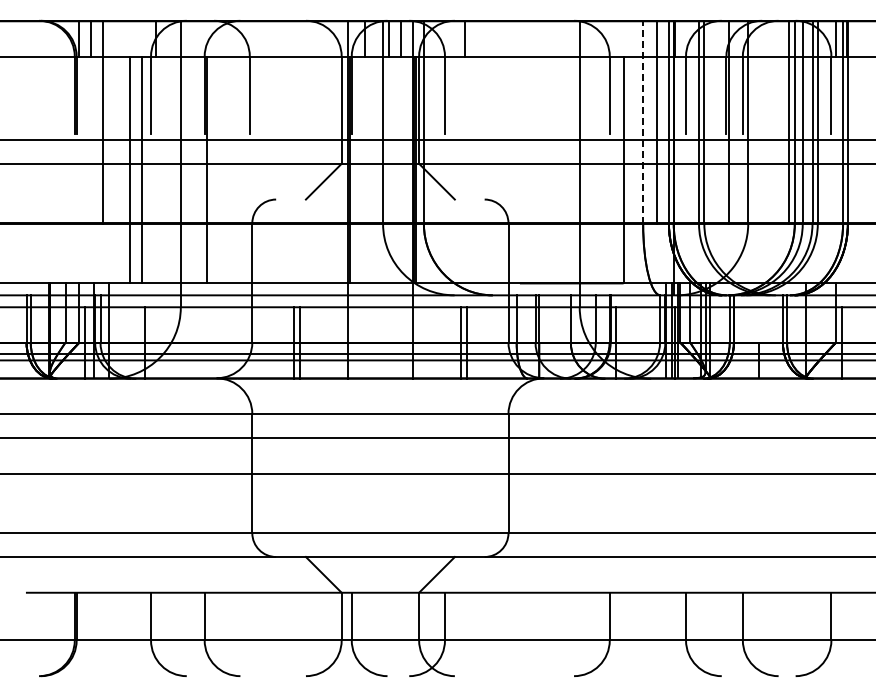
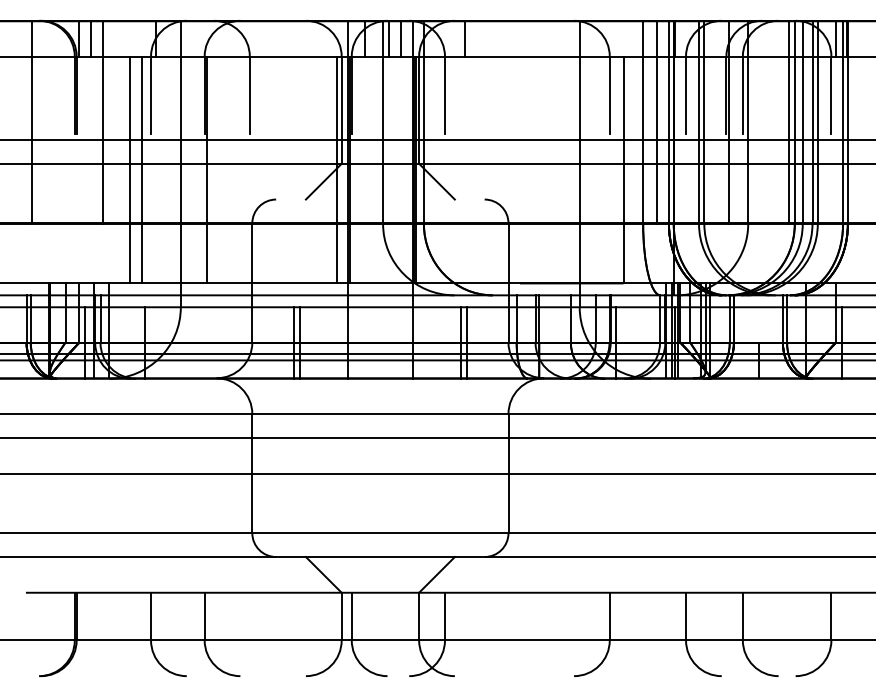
line at (31, 122): none -> present
line at (643, 122): dashed -> solid
line at (337, 170): none -> present
